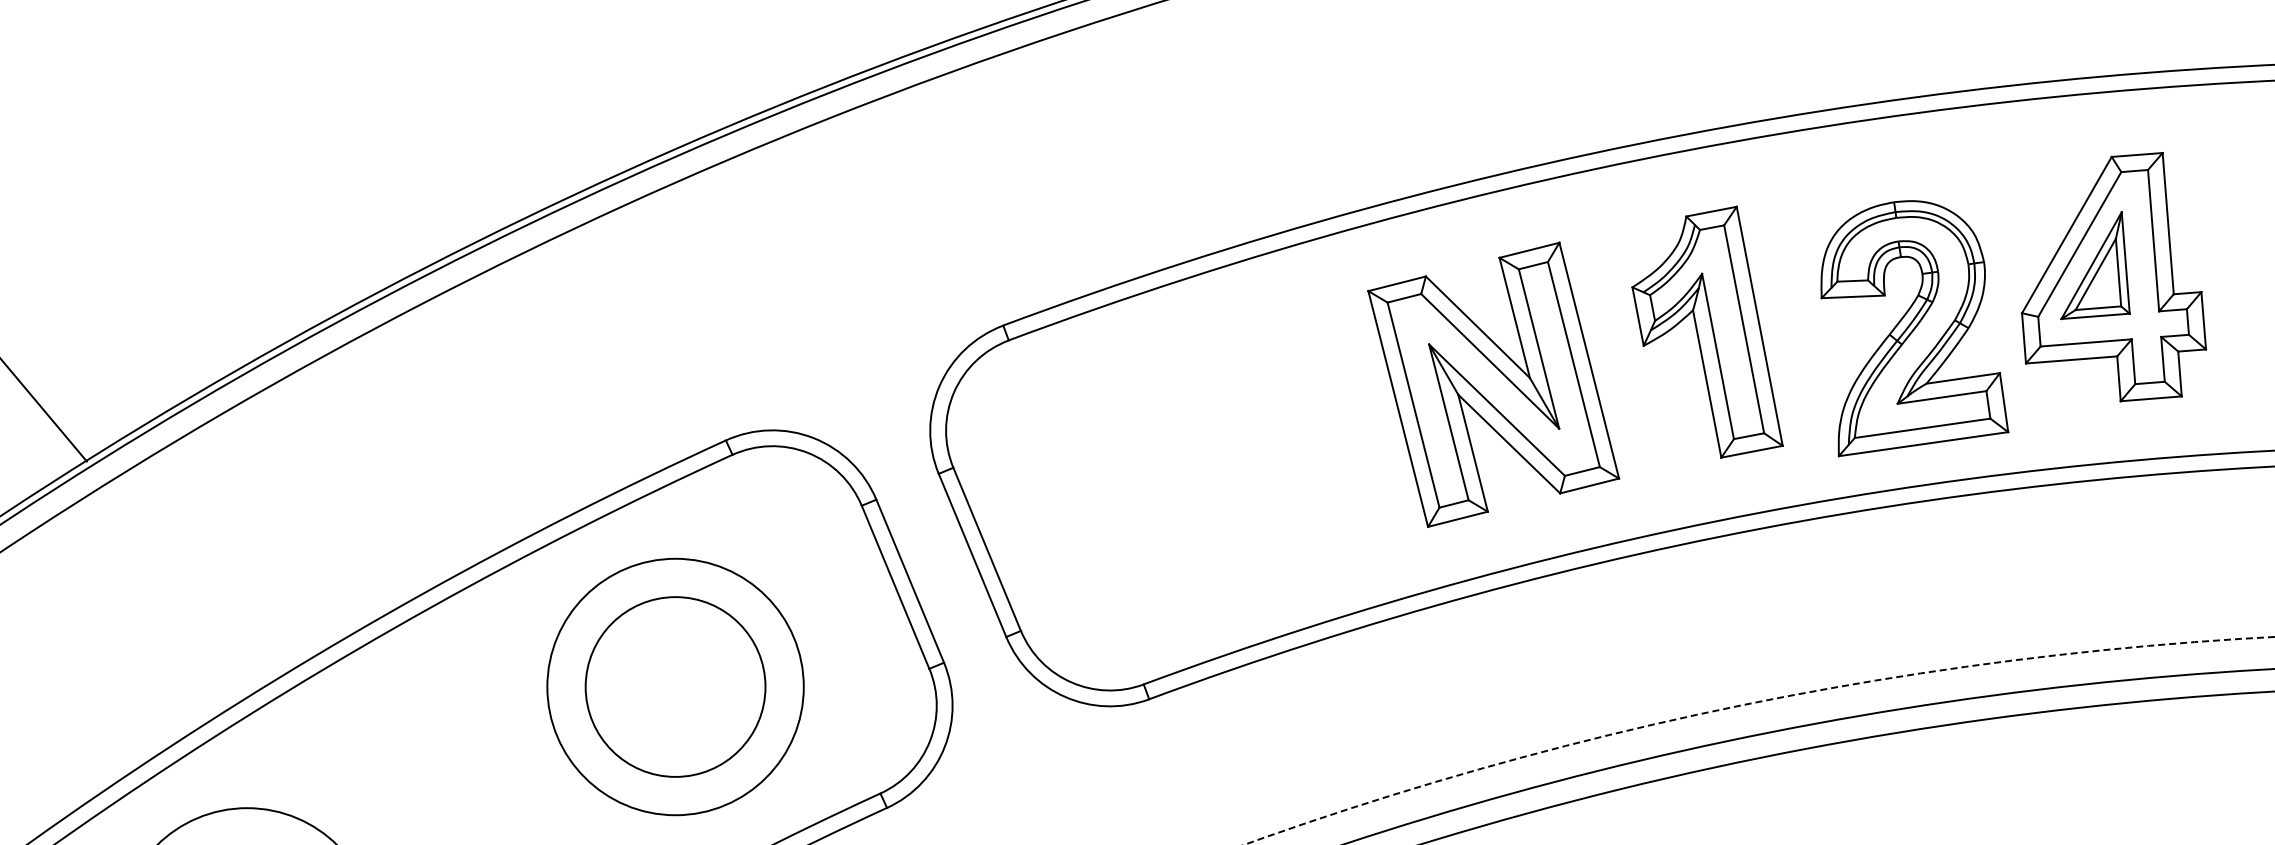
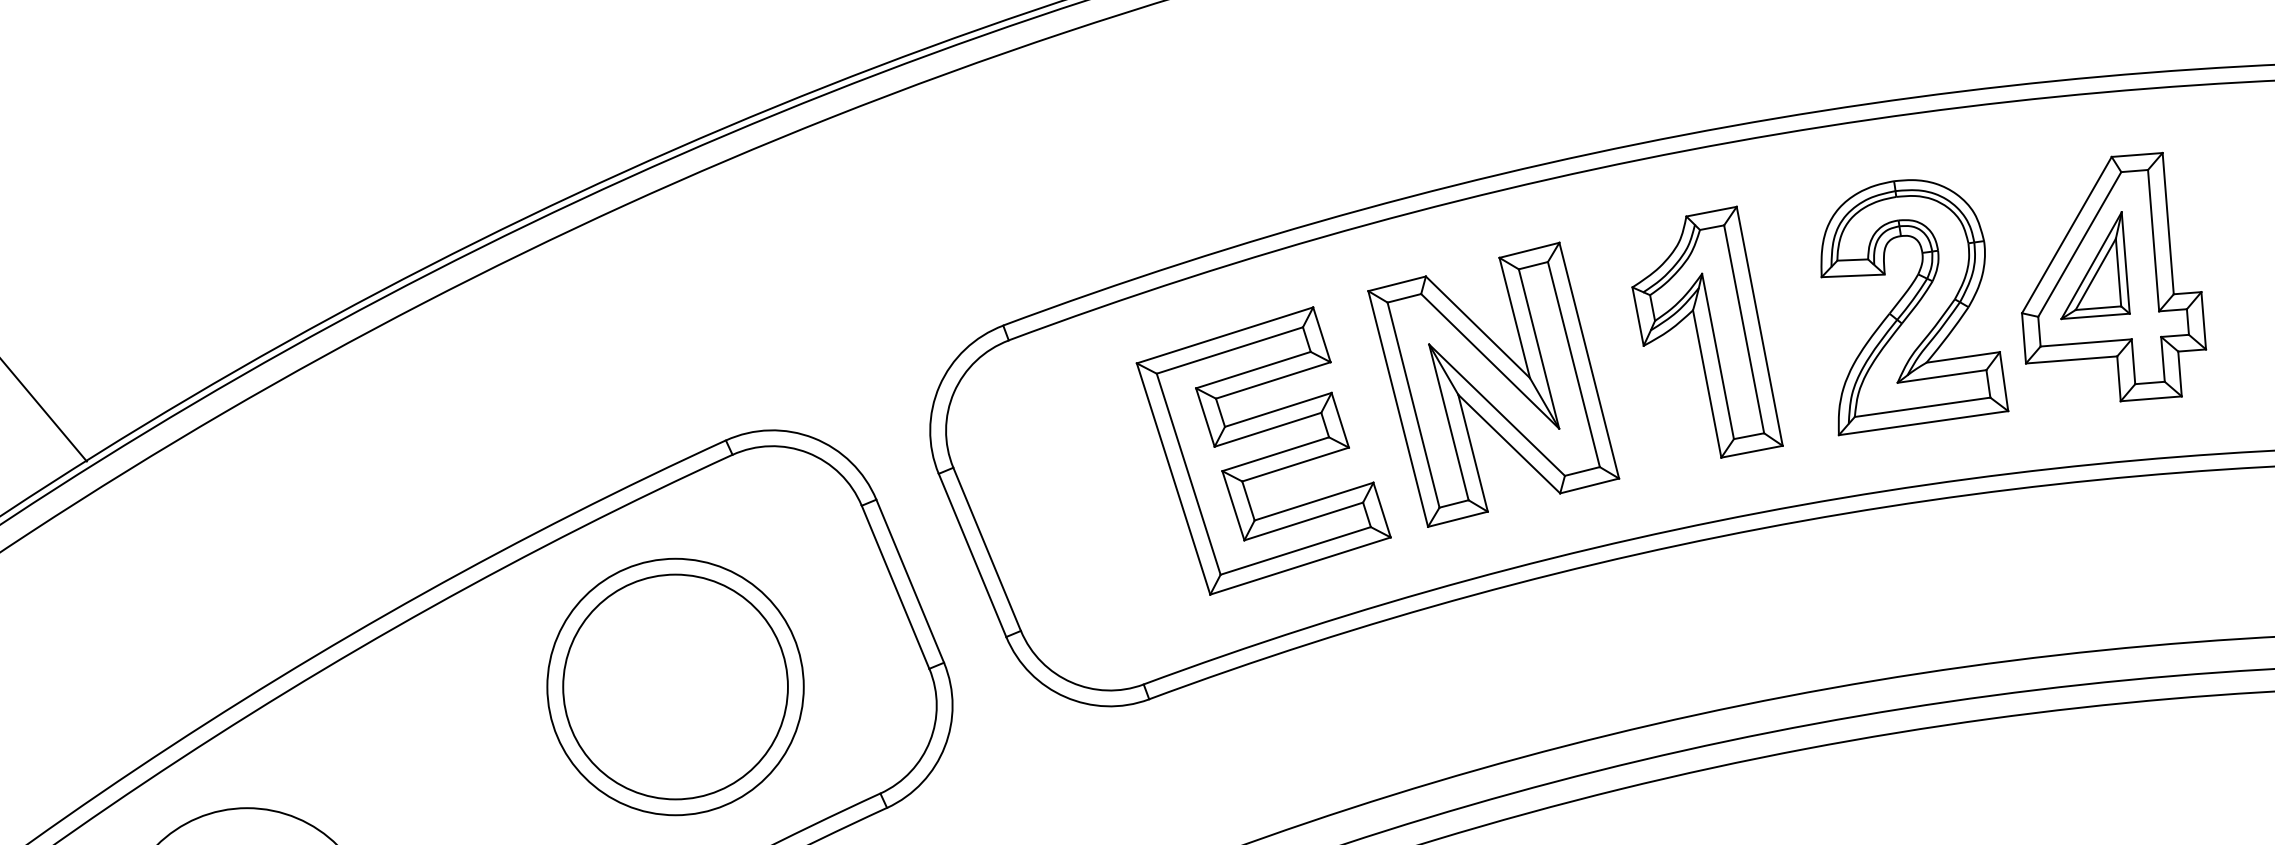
part at (1914, 328) position: (1914, 328) -> (1914, 307)
part at (1263, 450): none -> present
circle at (675, 686) diameter: 180 px -> 225 px
circle at (1759, 740): dashed -> solid
